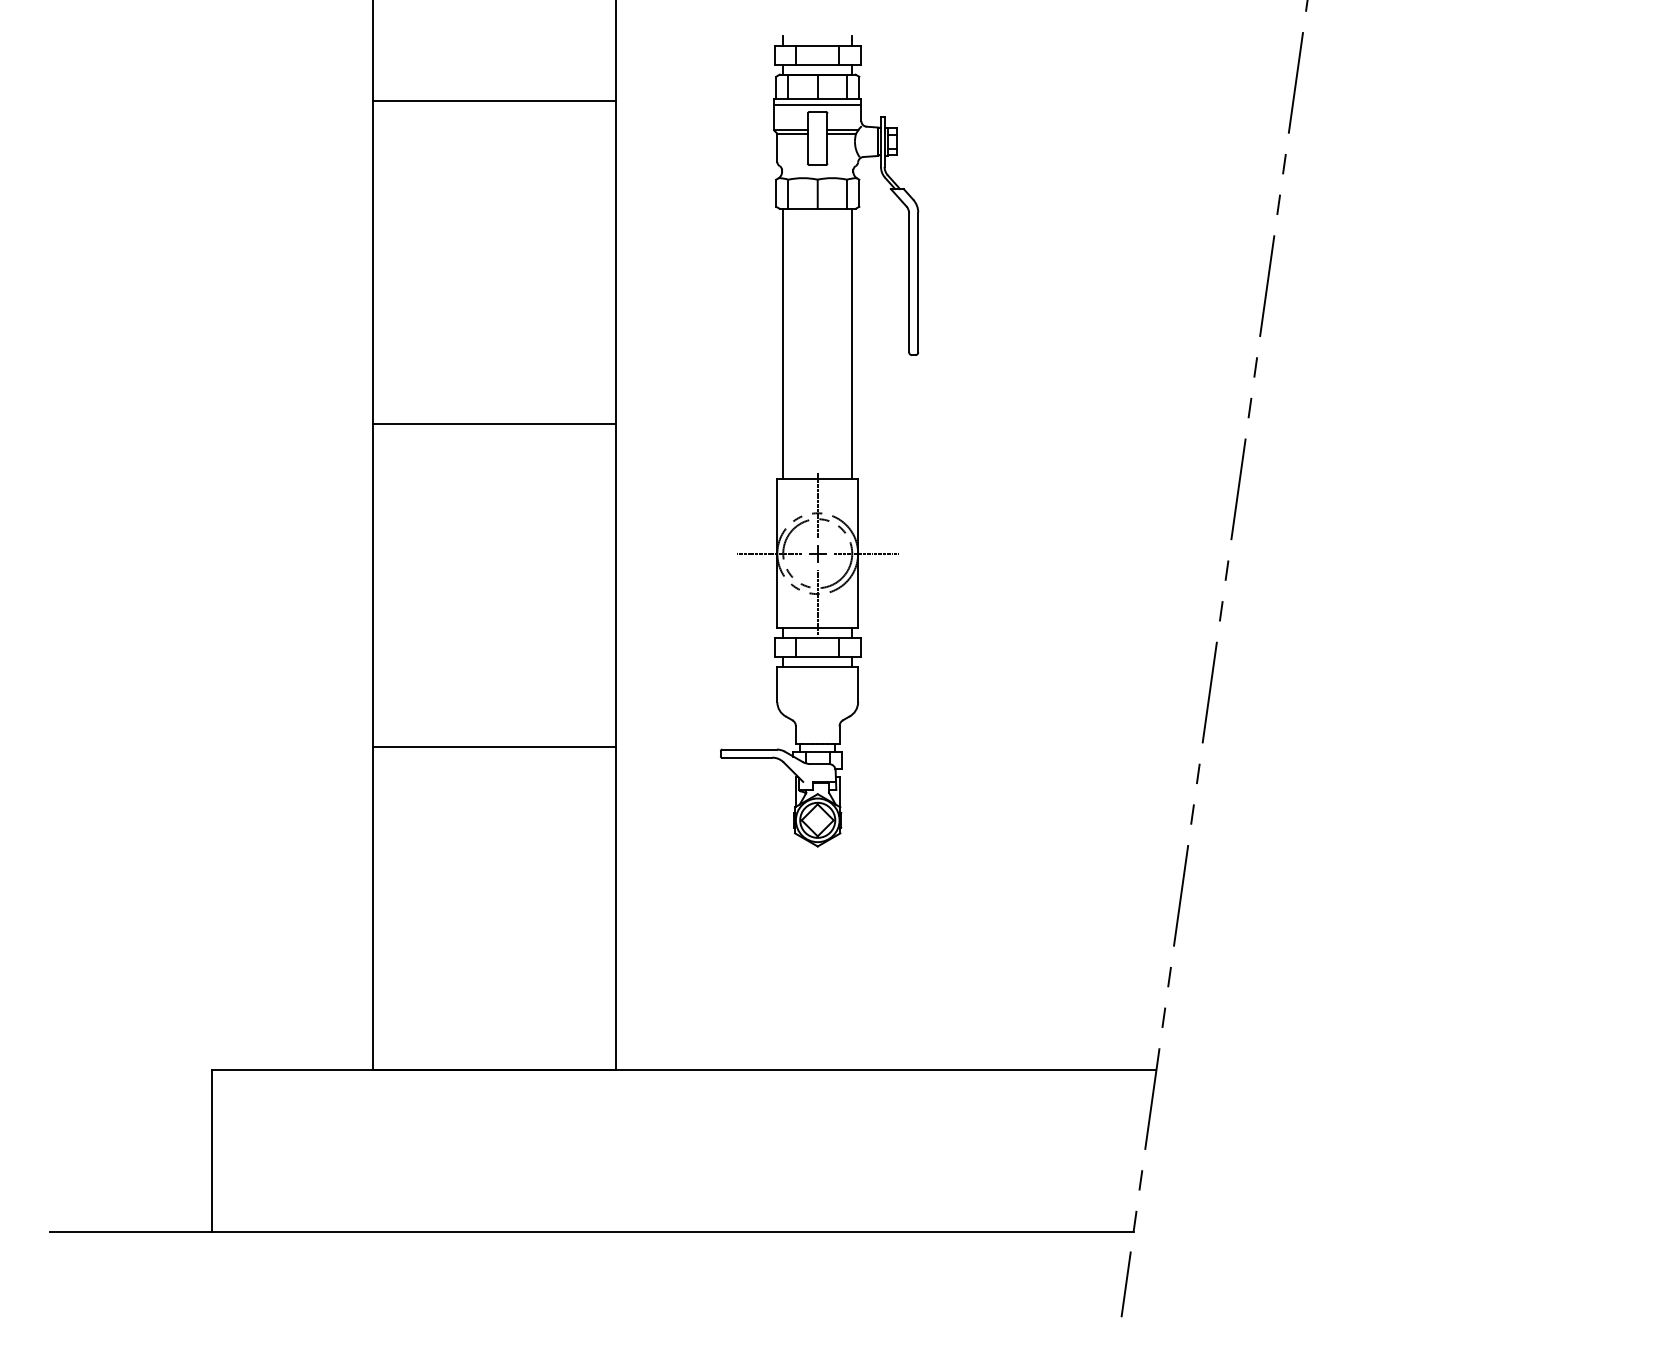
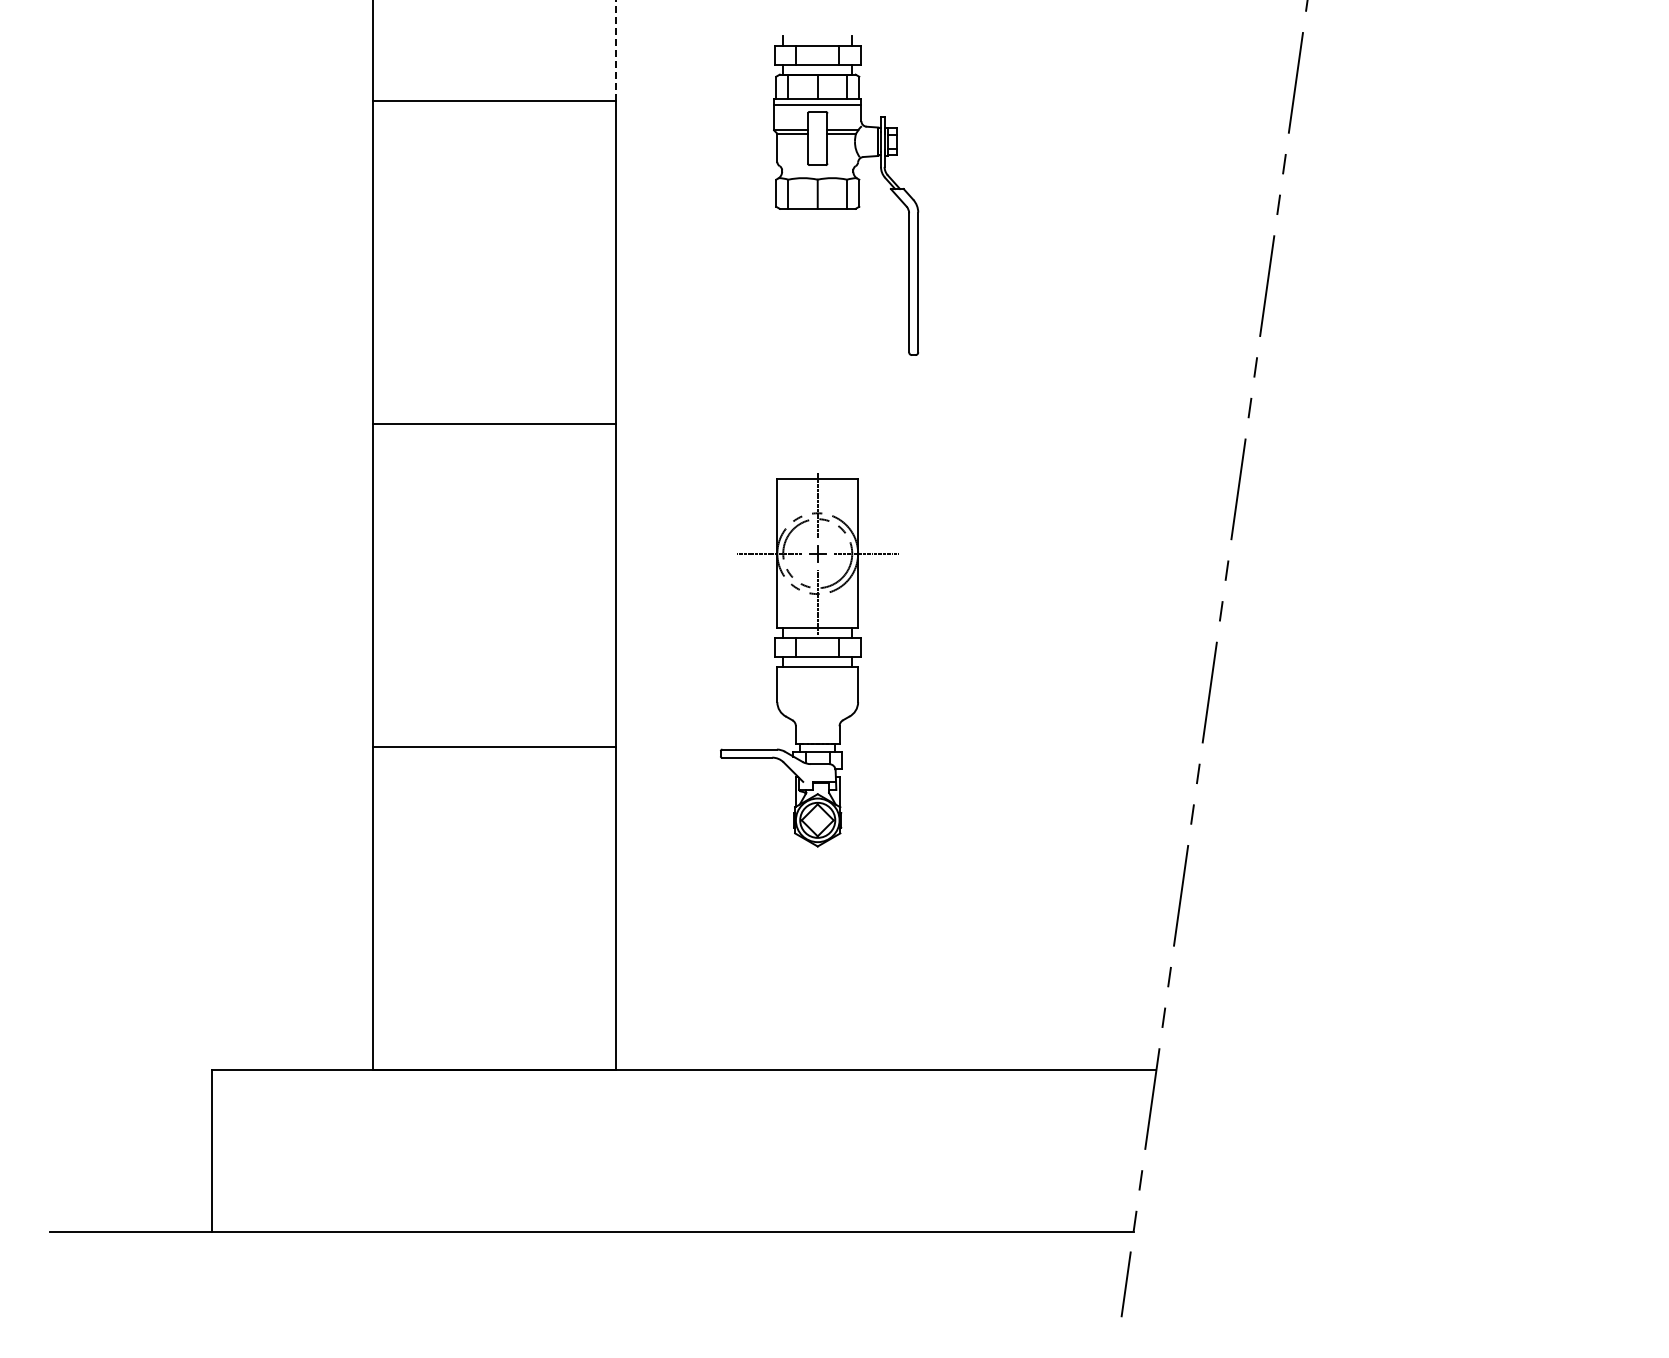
line at (615, 50): solid -> dashed
line at (783, 343): present -> none
line at (852, 343): present -> none
